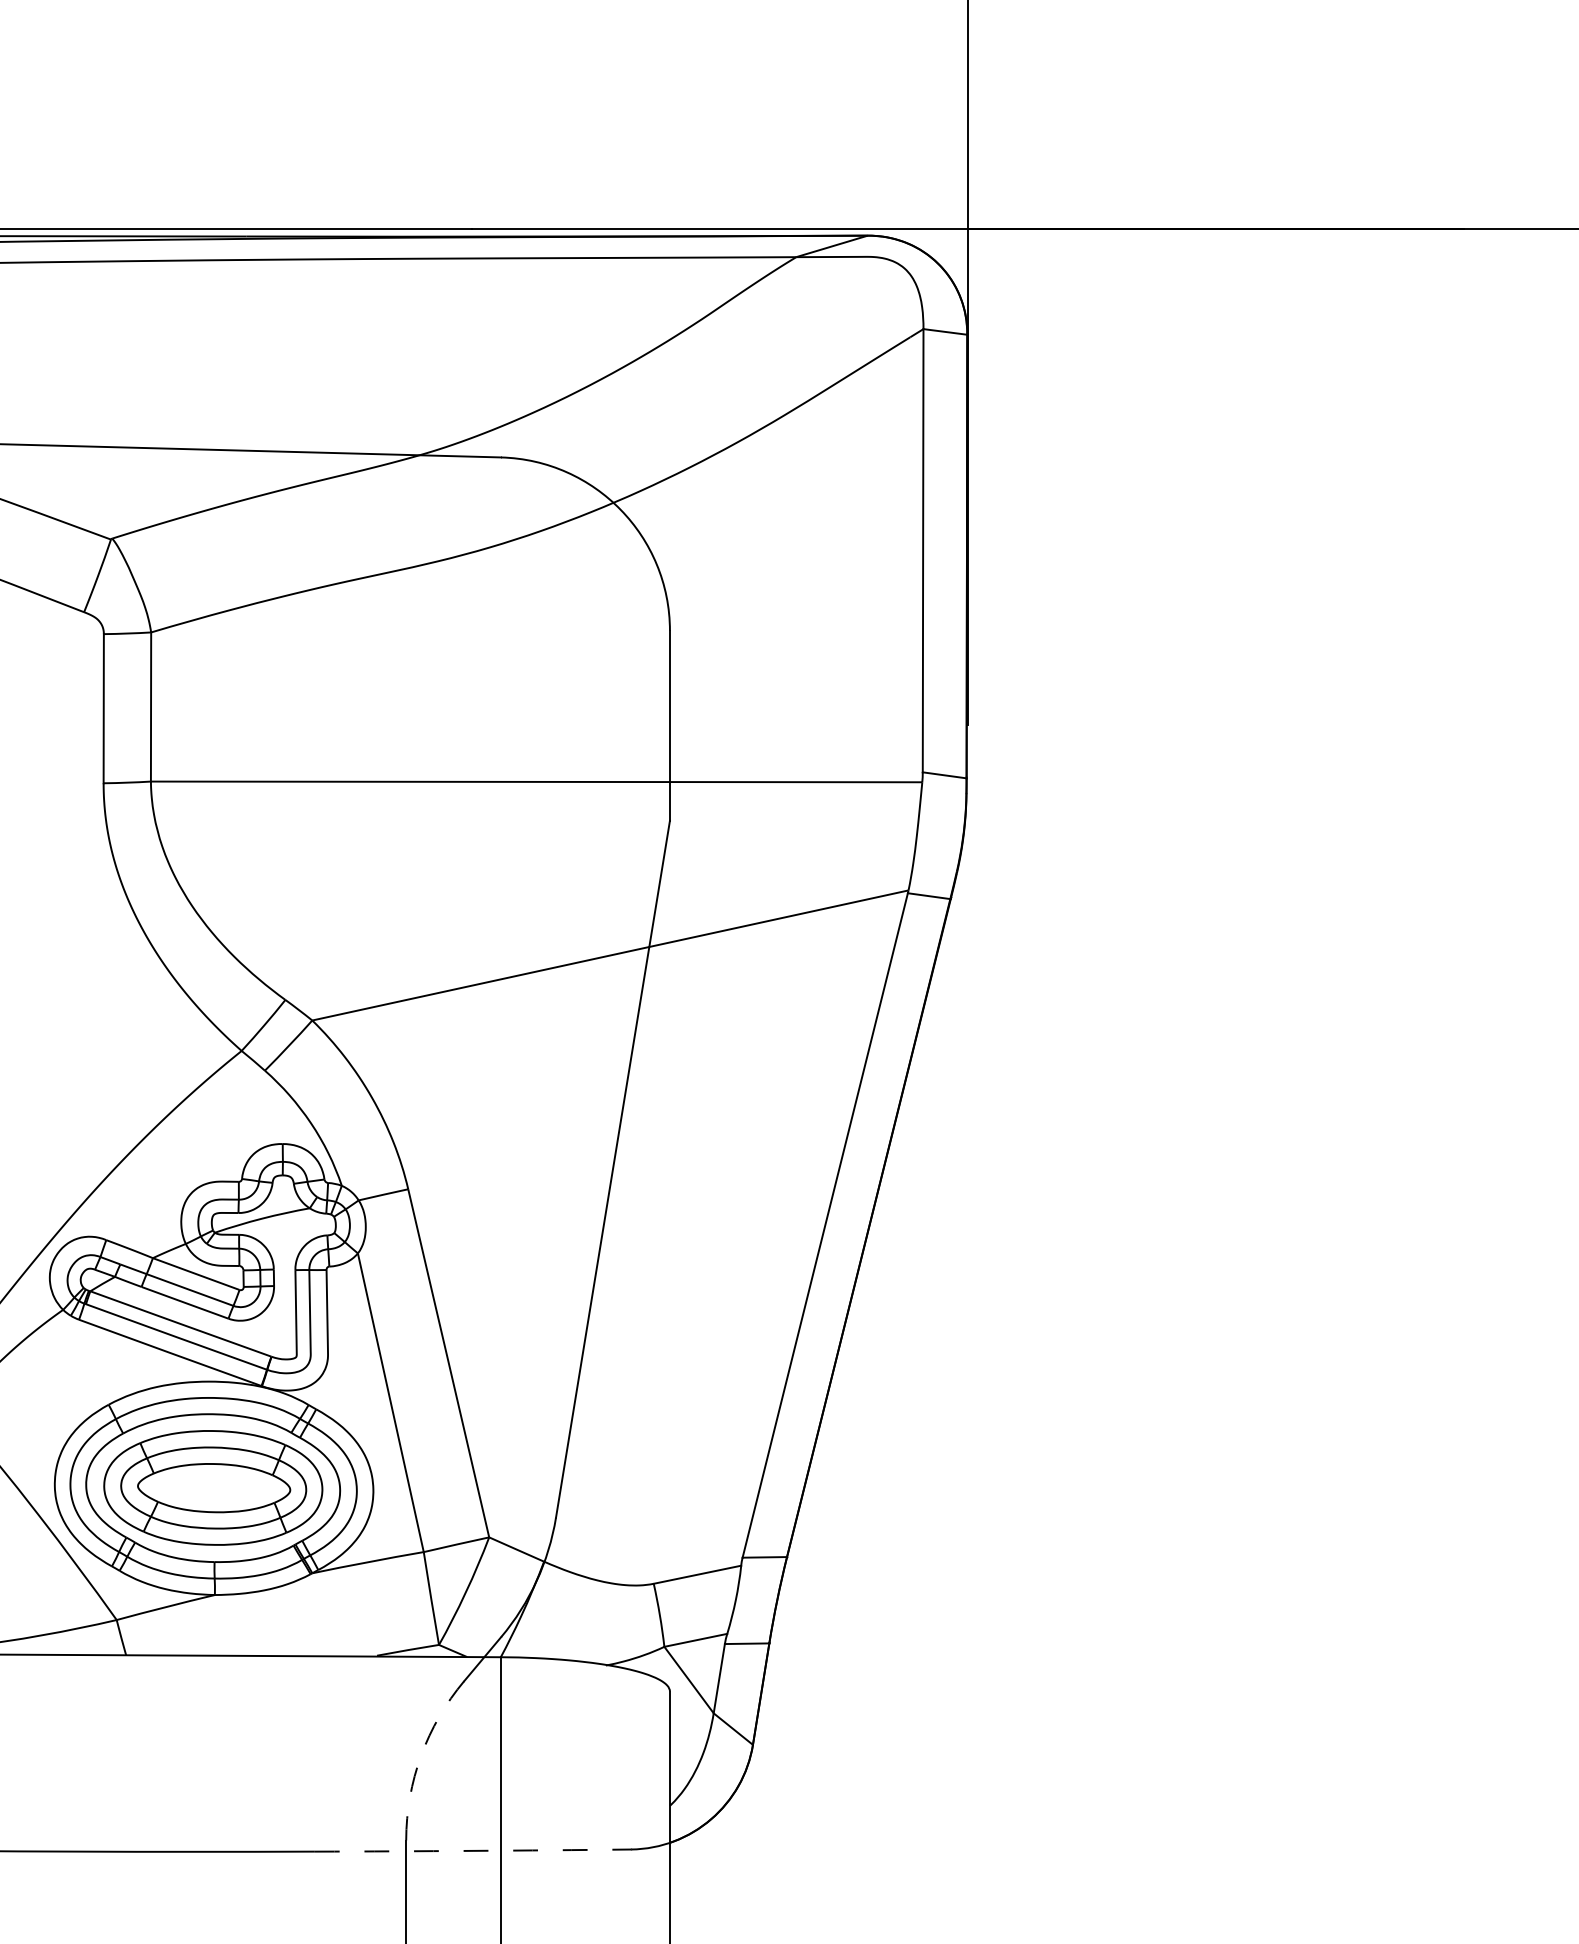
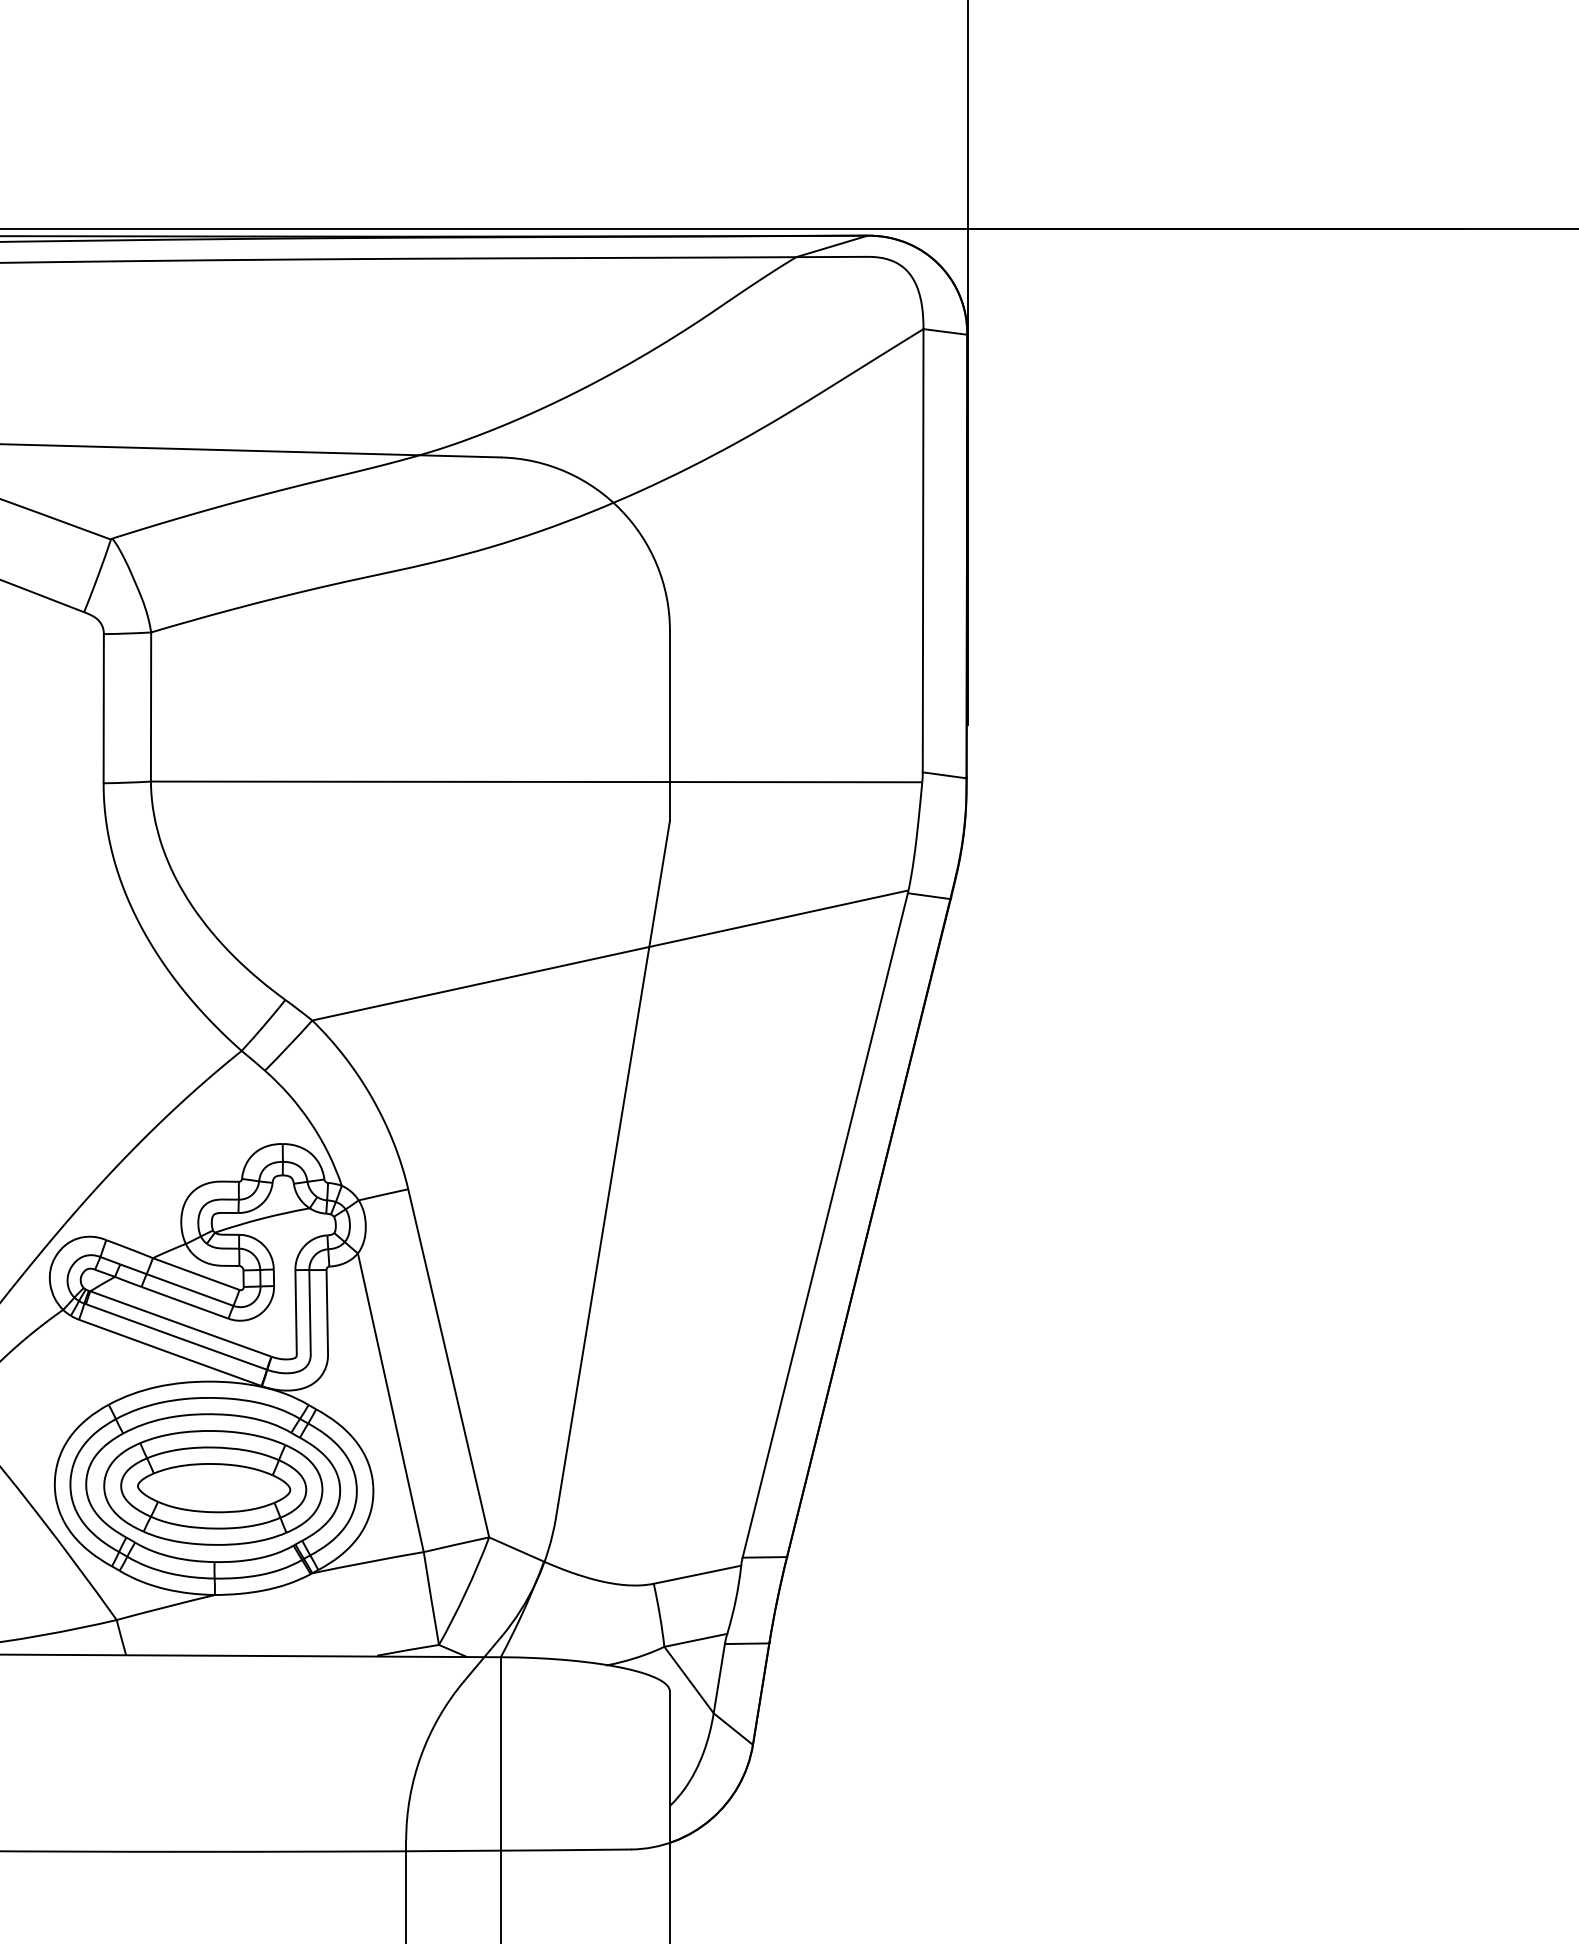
arc at (421, 1755): dashed -> solid
arc at (473, 1850): dashed -> solid
